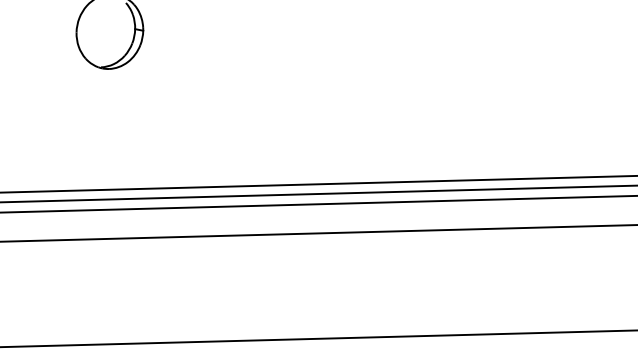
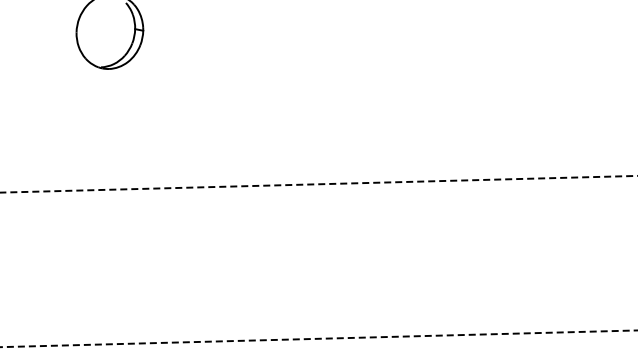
line at (318, 184): solid -> dashed
line at (318, 193): present -> none
line at (318, 203): present -> none
line at (318, 233): present -> none
line at (319, 338): solid -> dashed
